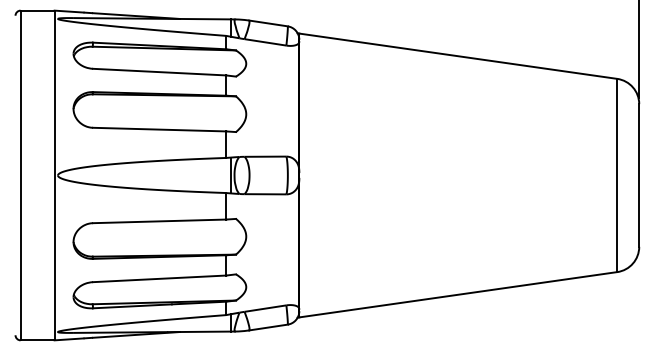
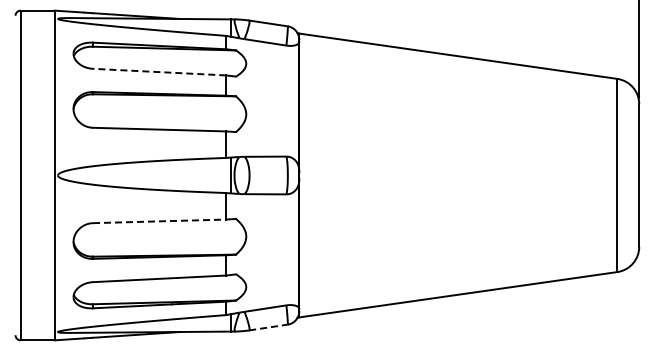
line at (159, 72): solid -> dashed
line at (159, 221): solid -> dashed
line at (268, 327): solid -> dashed
